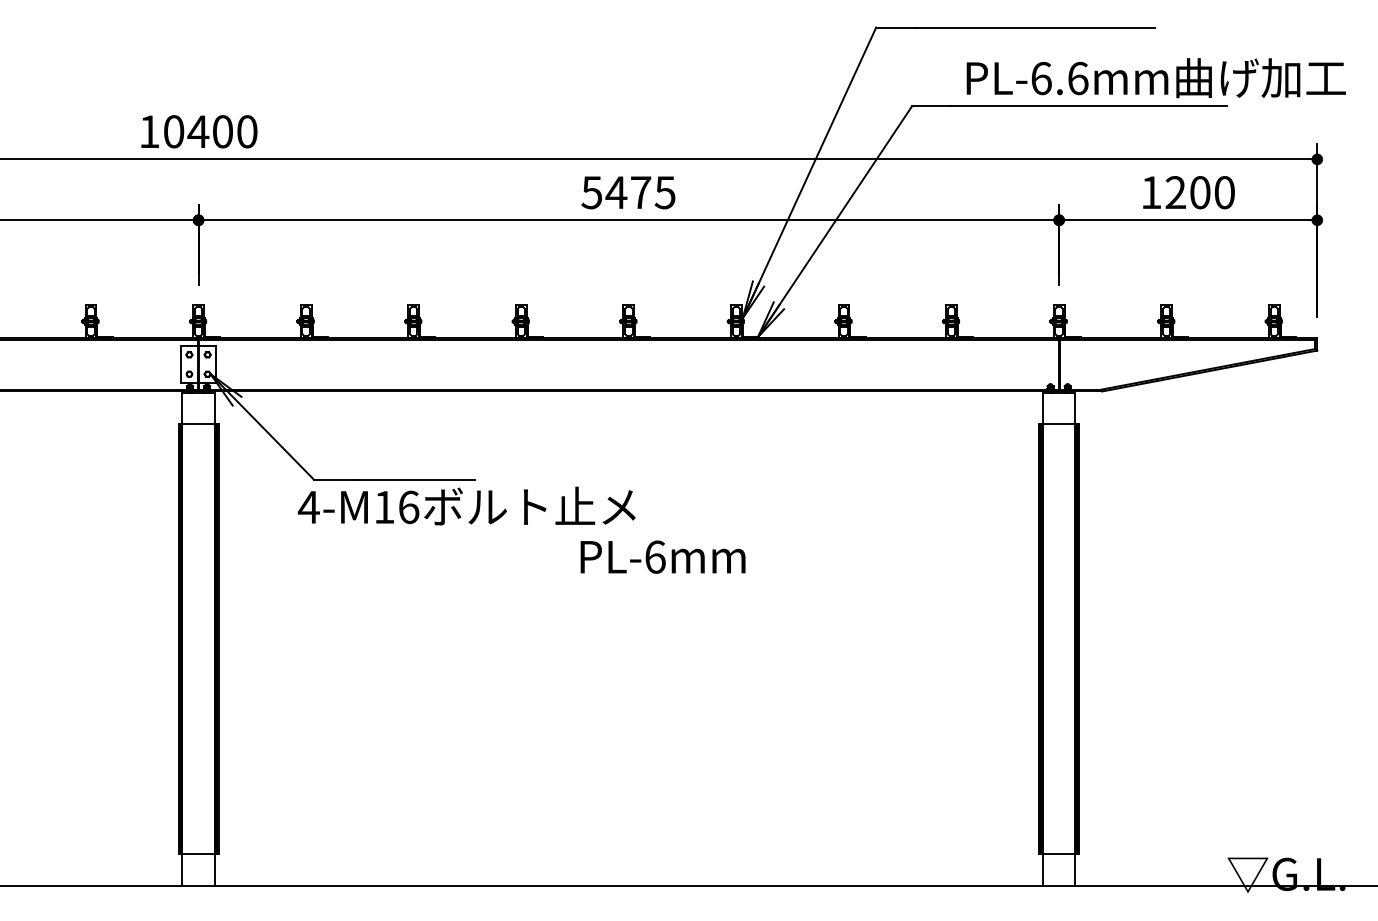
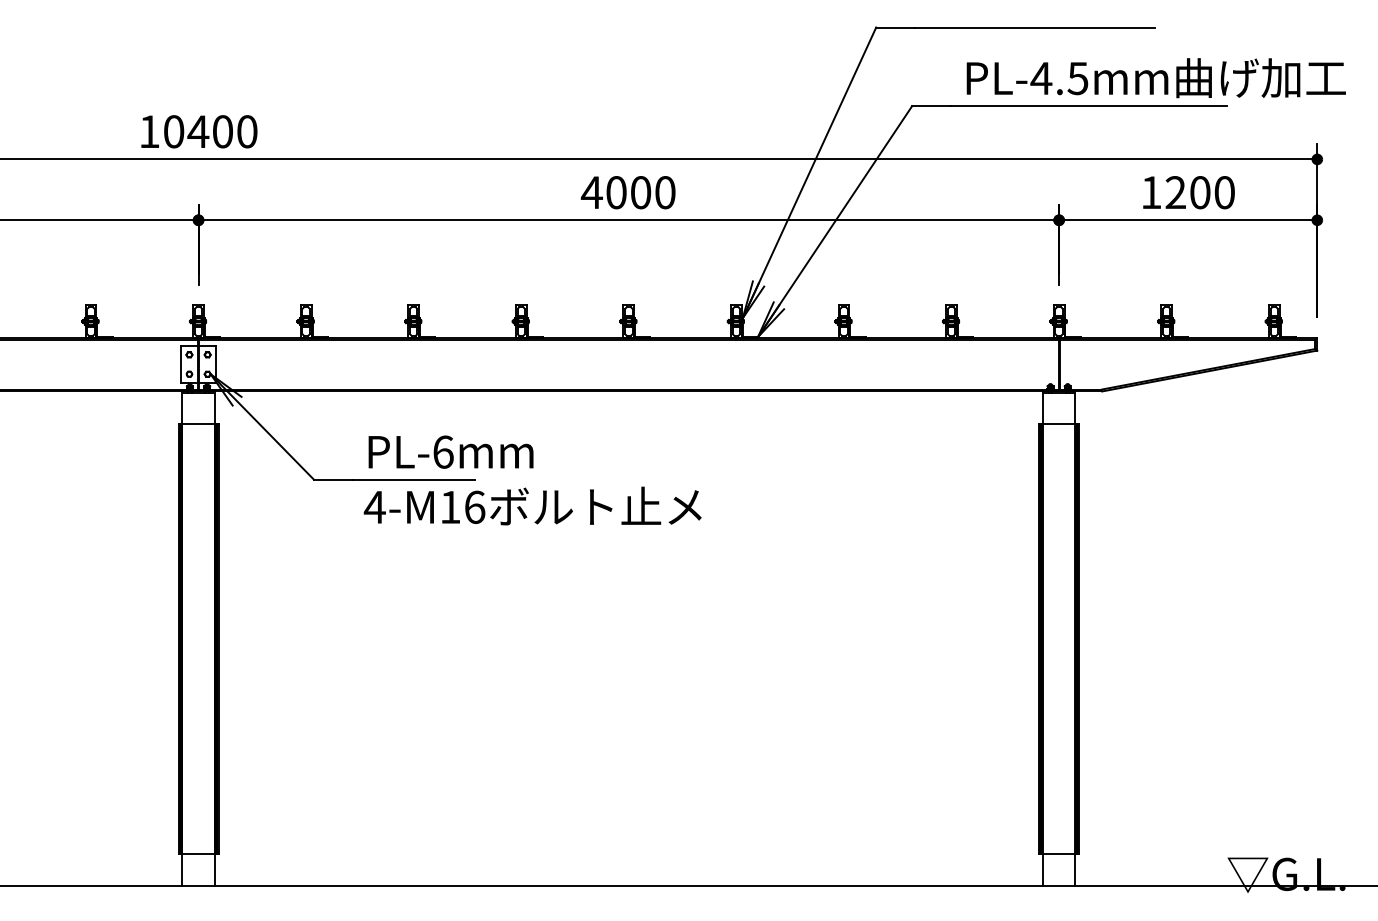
text at (1059, 78): PL-6.6mm -> PL-4.5mm
text at (627, 192): 5475 -> 4000
text at (466, 505) position: (466, 505) -> (532, 505)
text at (662, 556) position: (662, 556) -> (450, 451)
